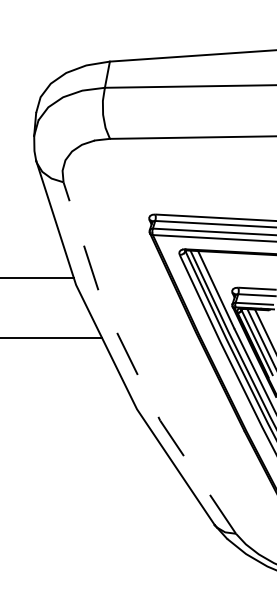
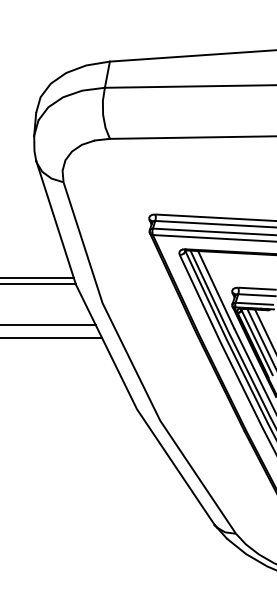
line at (38, 284): none -> present
line at (48, 324): none -> present
line at (133, 366): dashed -> solid
